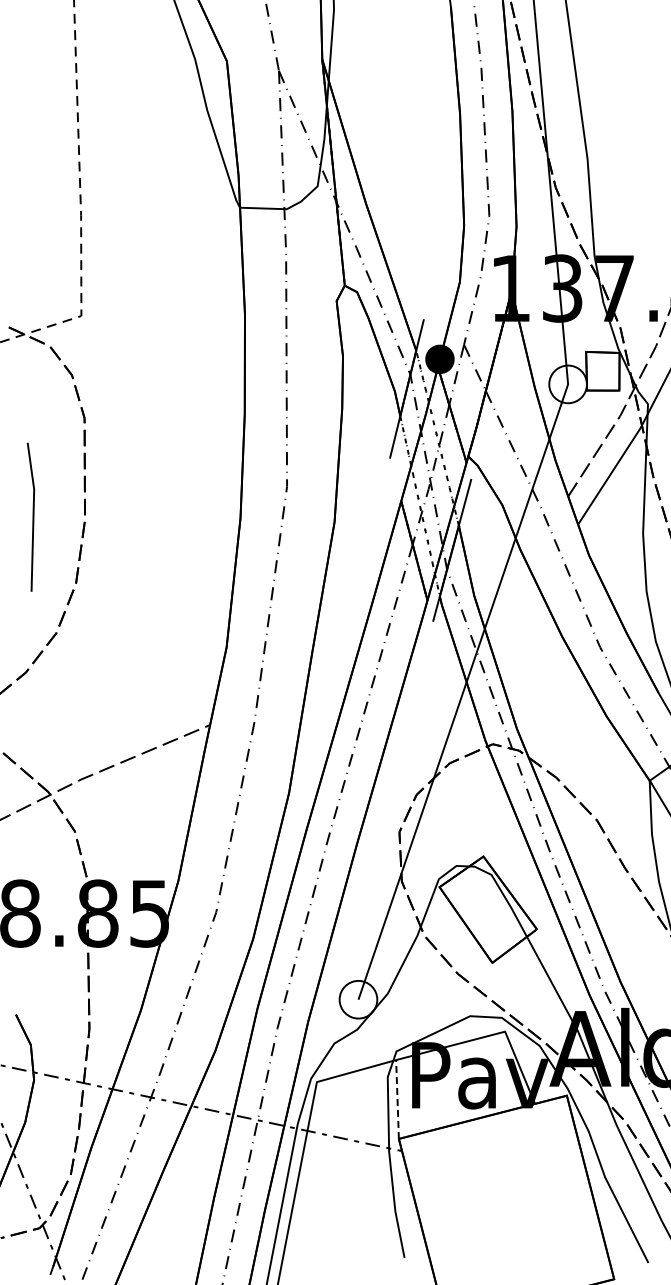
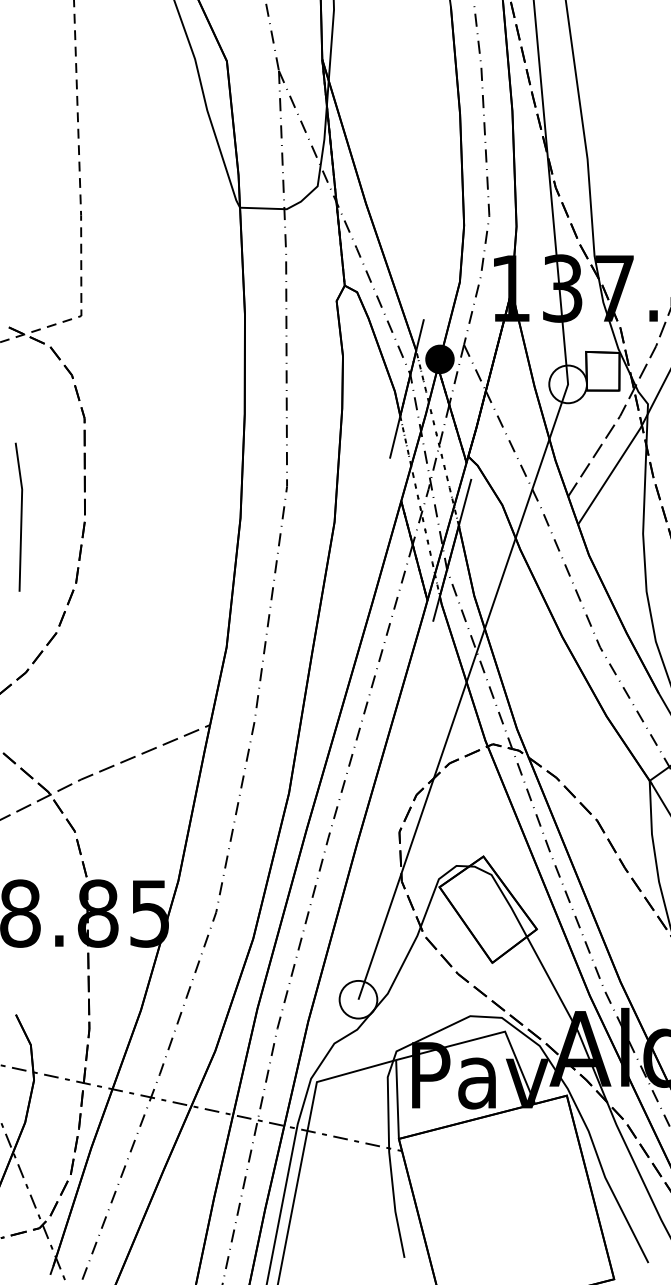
line at (32, 516) position: (32, 516) -> (20, 516)
line at (397, 1099): dashed -> solid
